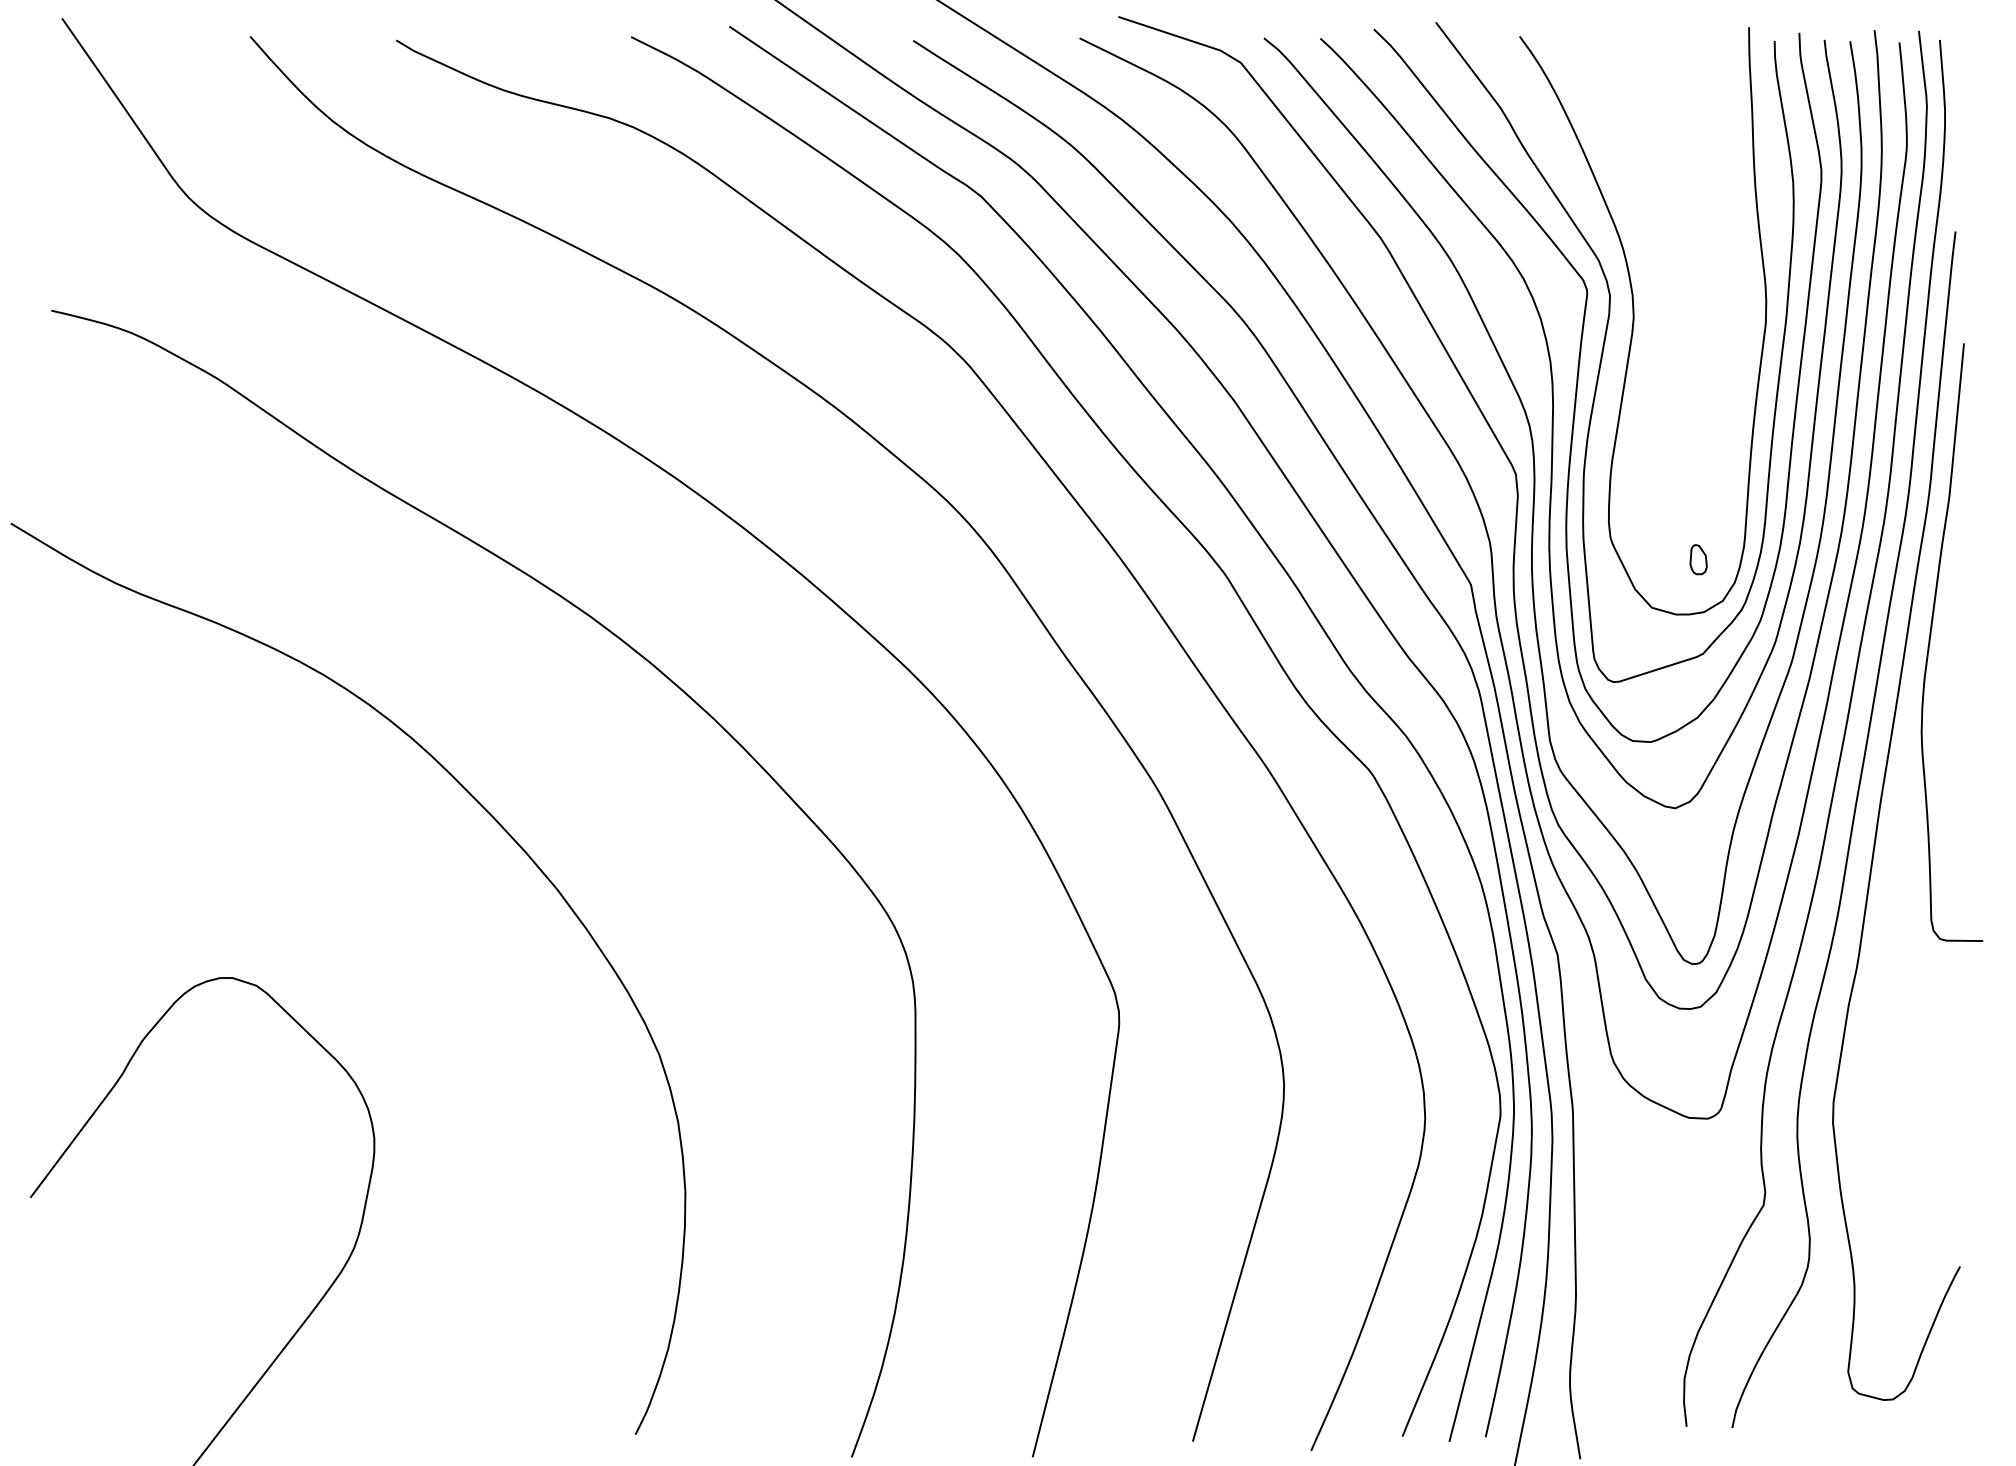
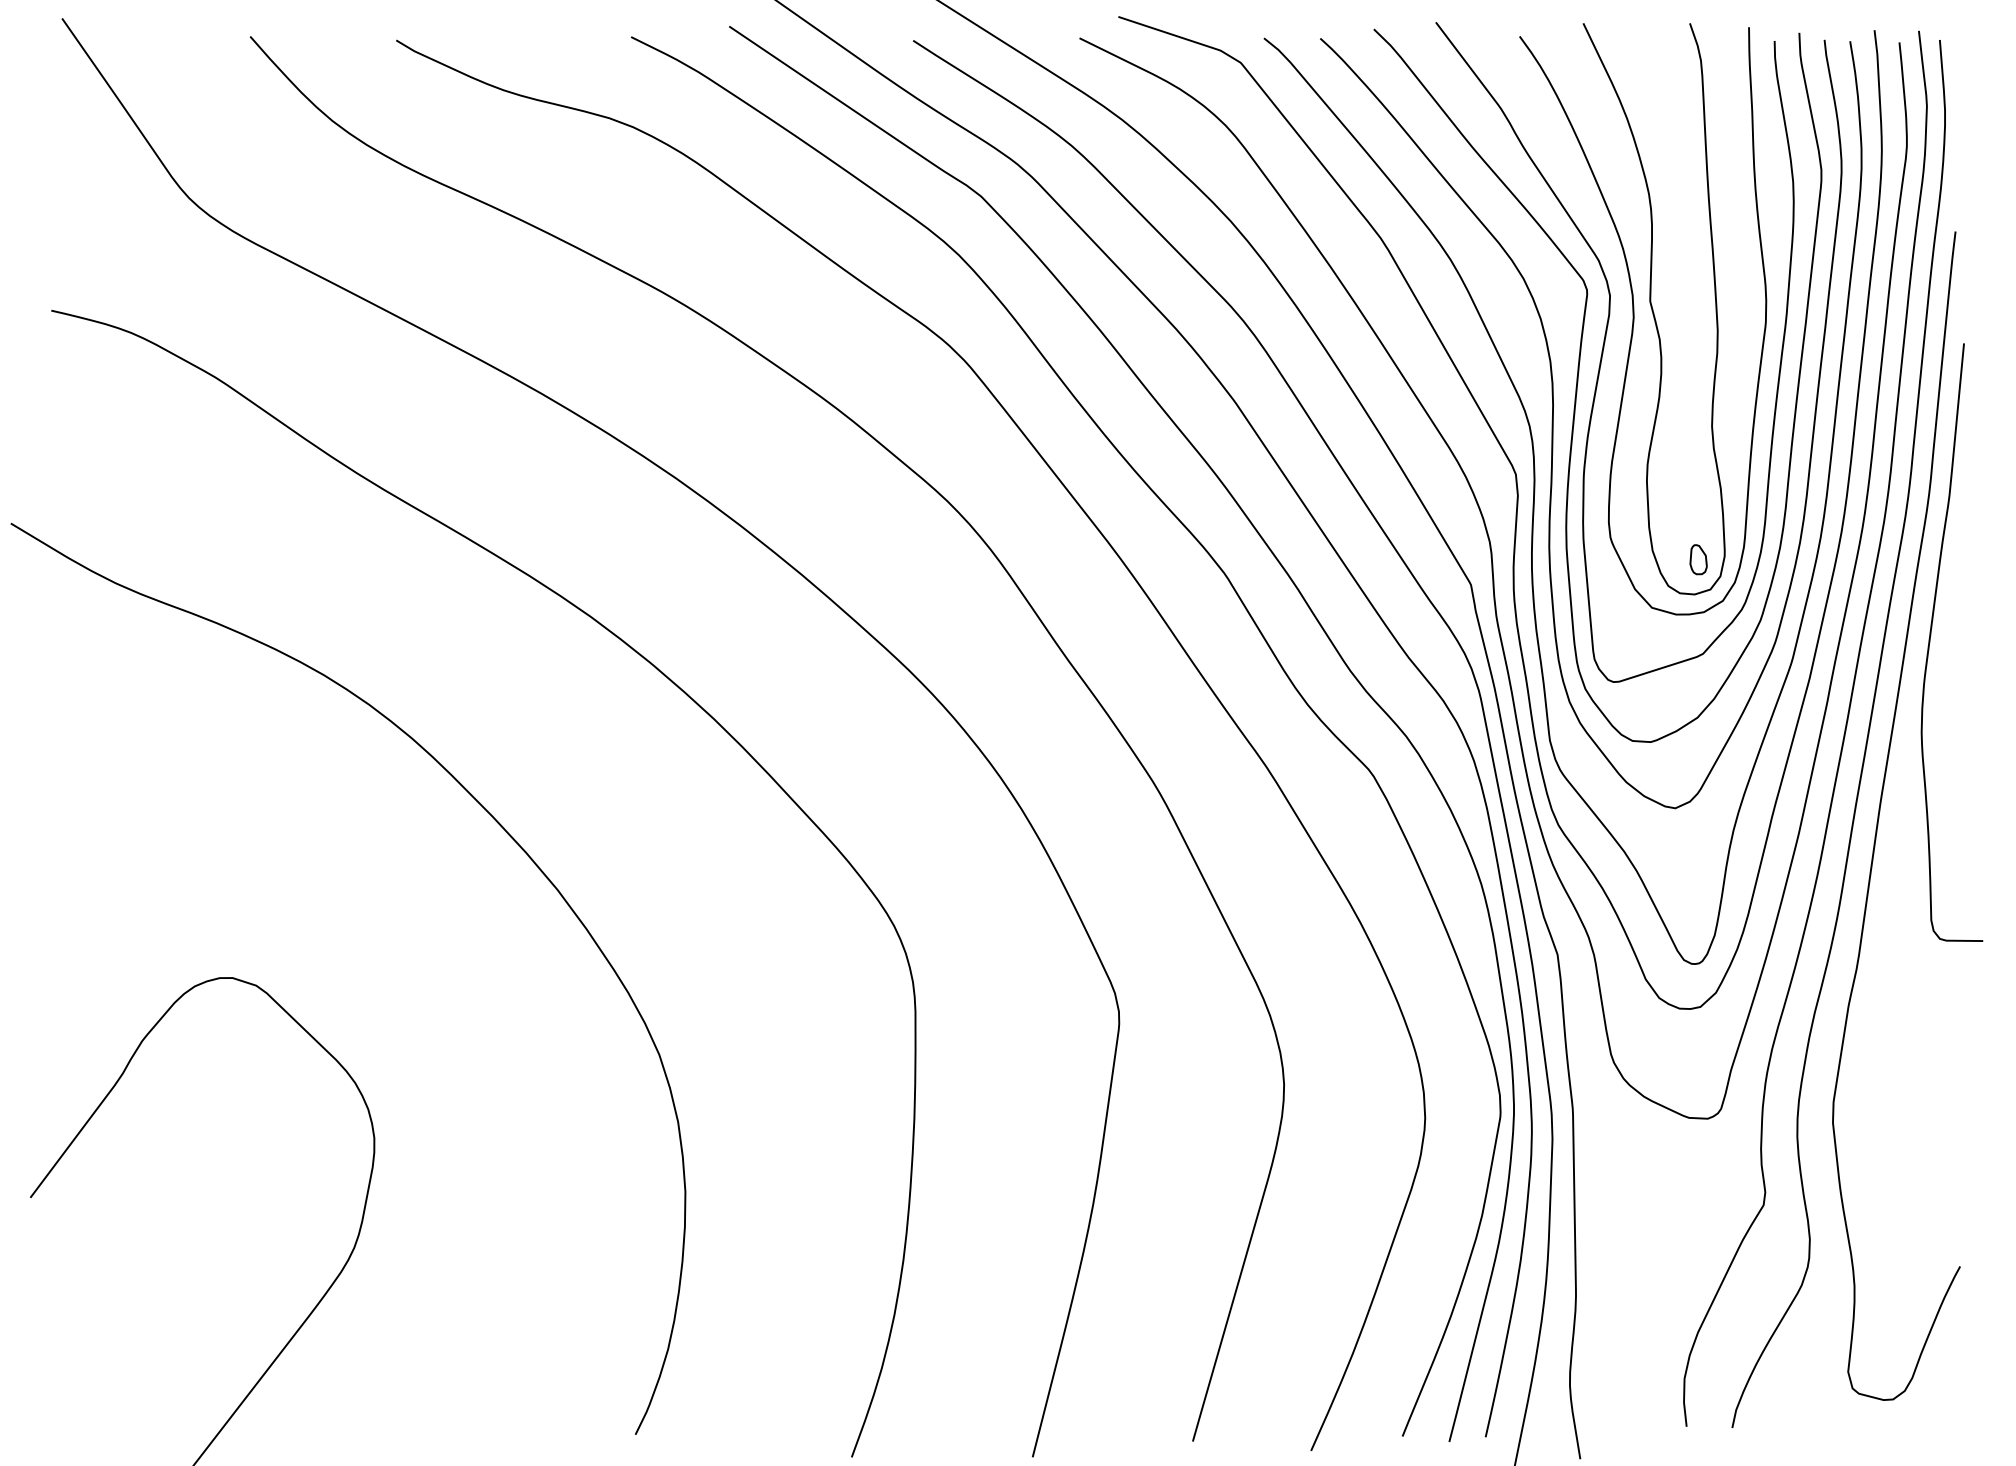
curve at (1653, 309): none -> present
